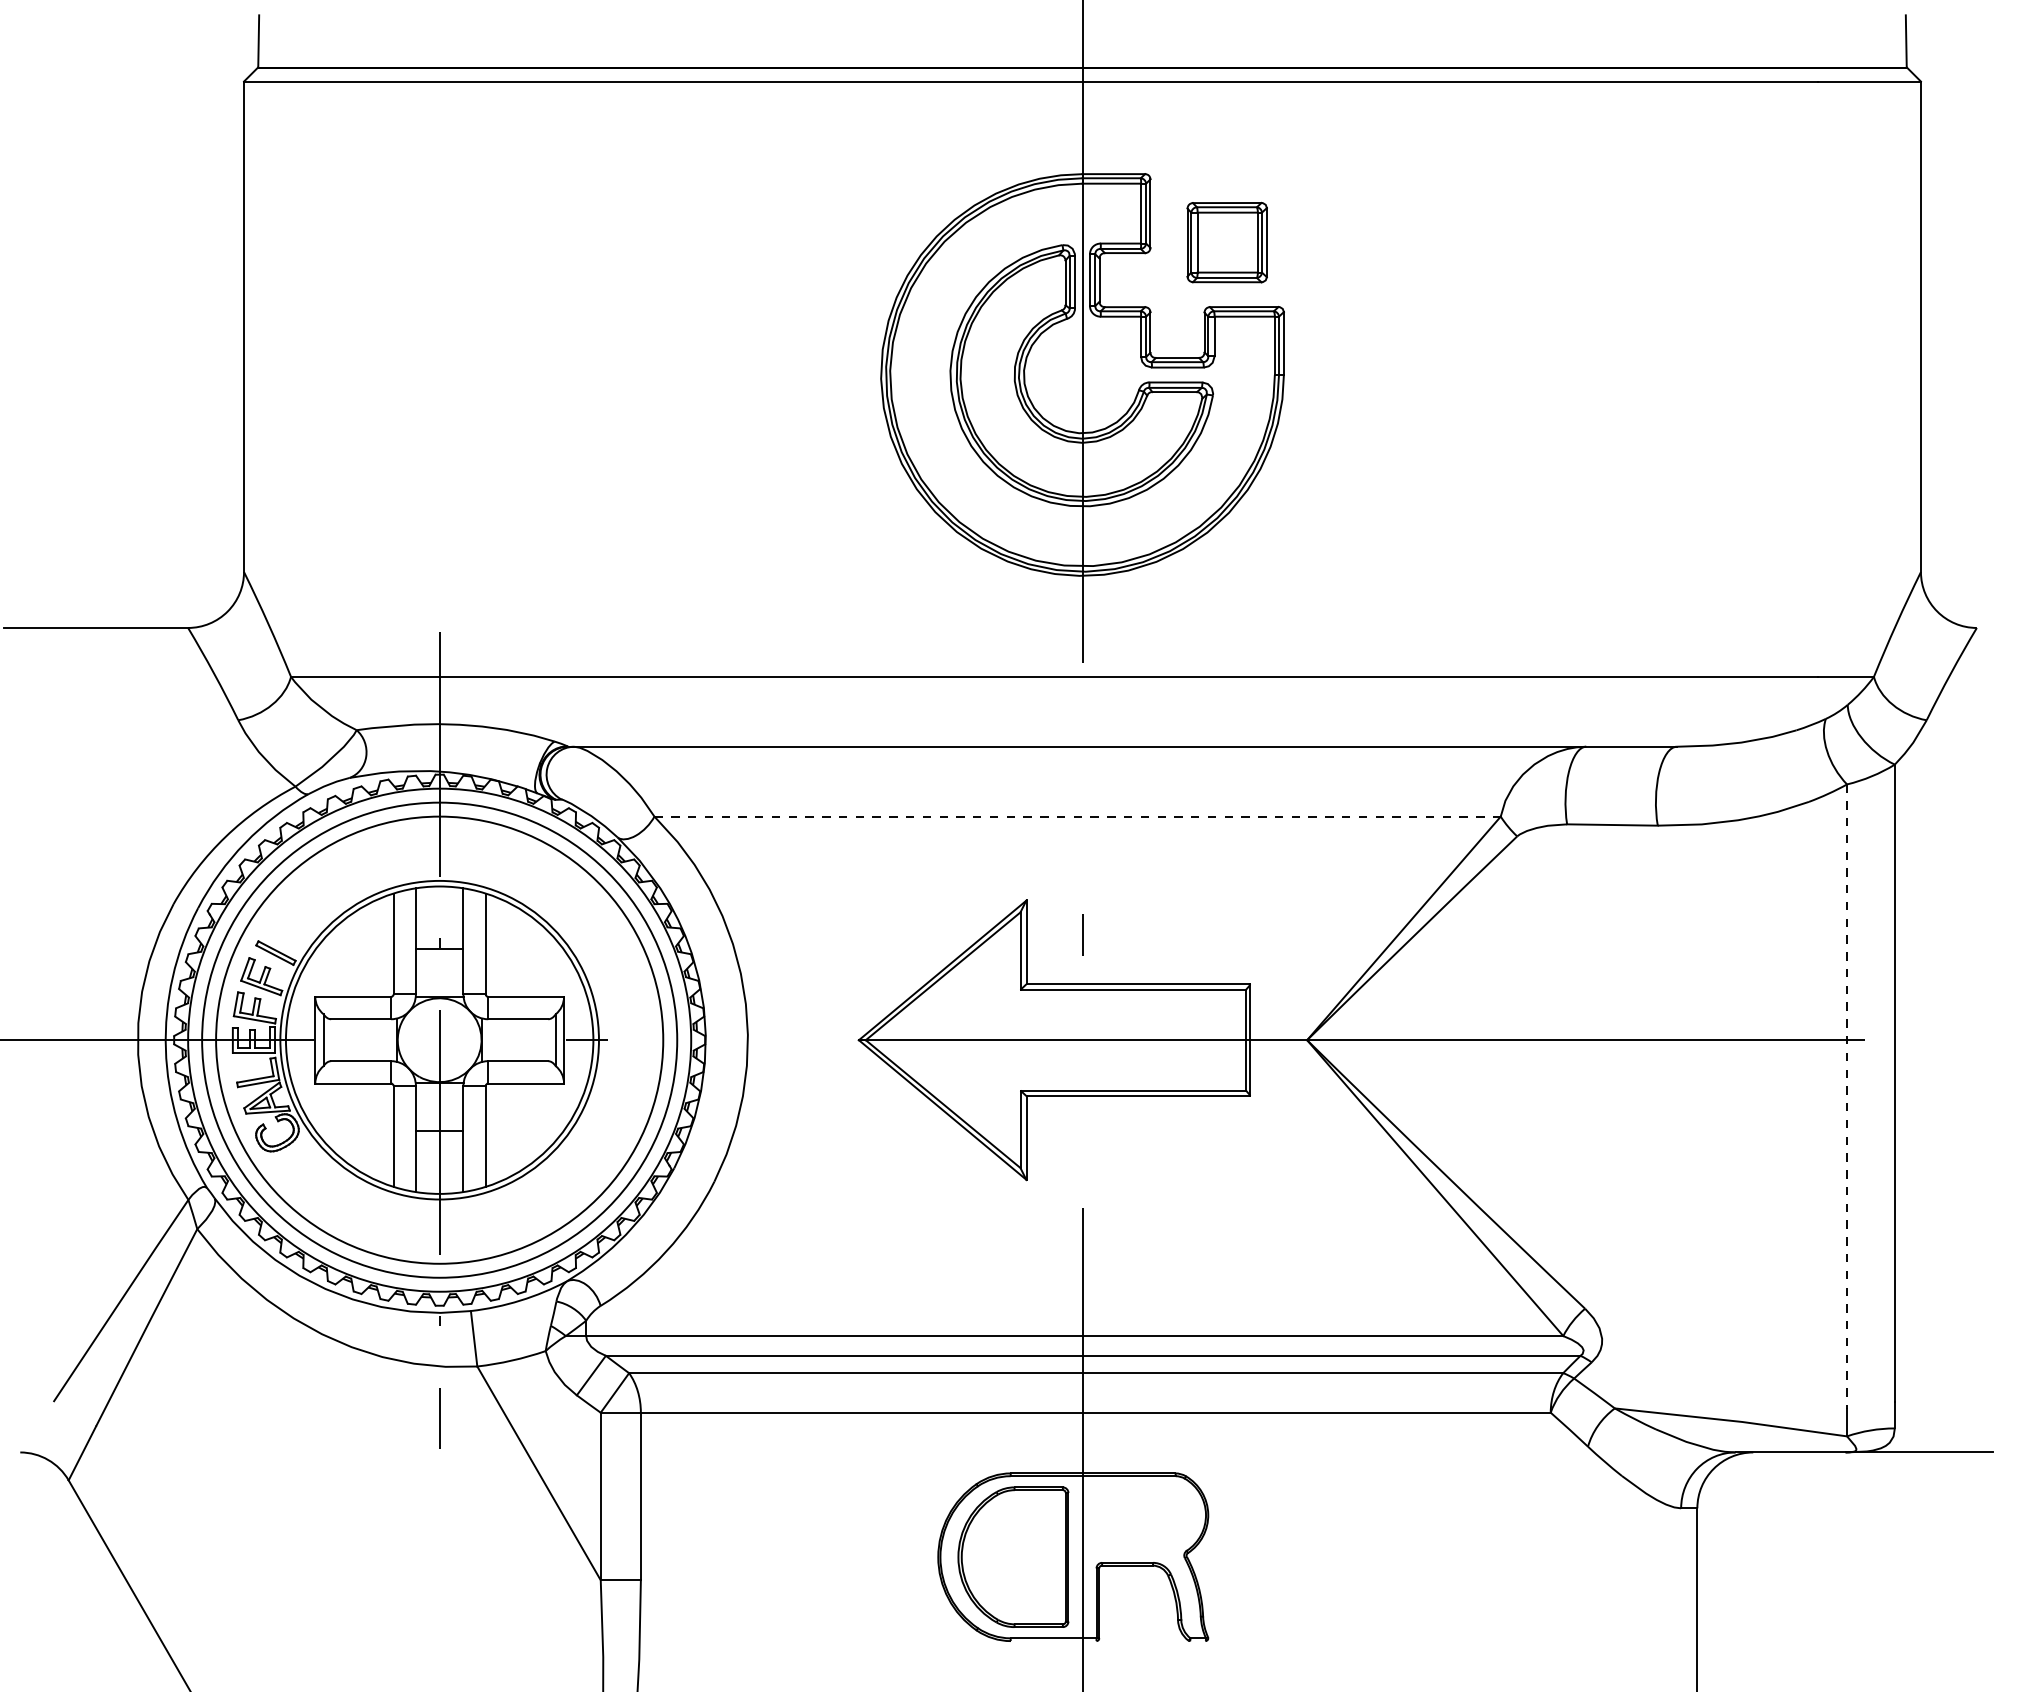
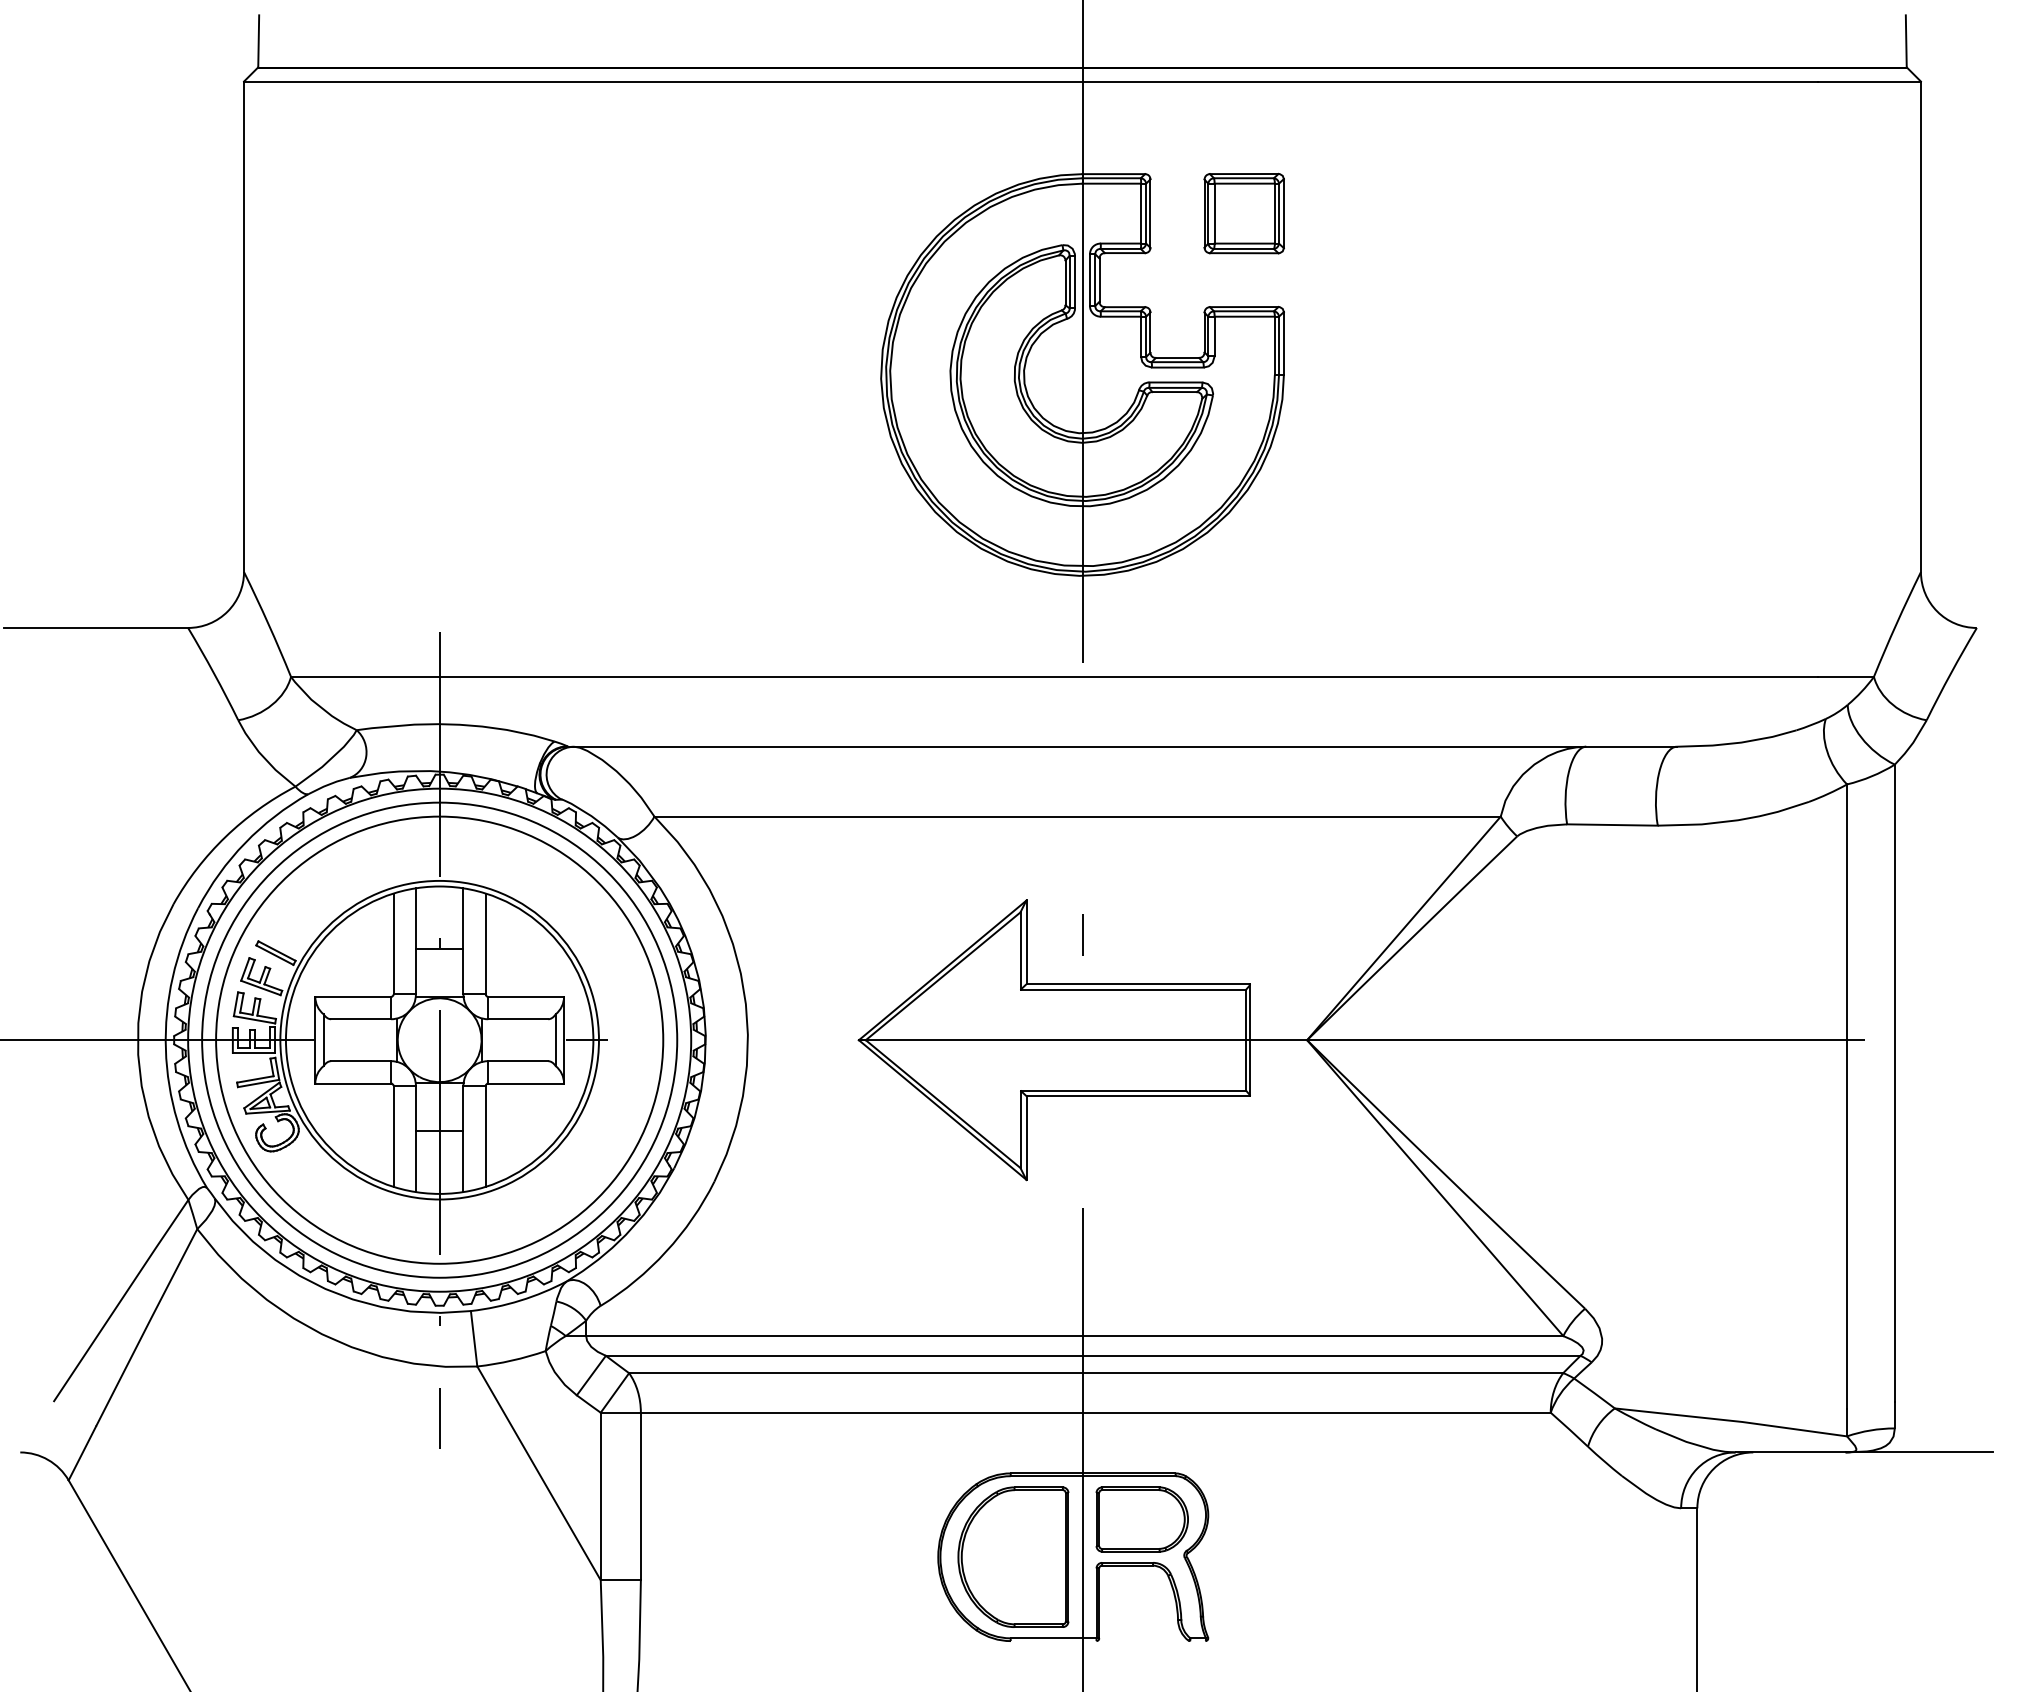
part at (1226, 242) position: (1226, 242) -> (1243, 213)
line at (1078, 816): dashed -> solid
line at (1847, 1097): dashed -> solid
part at (1141, 1519): none -> present
